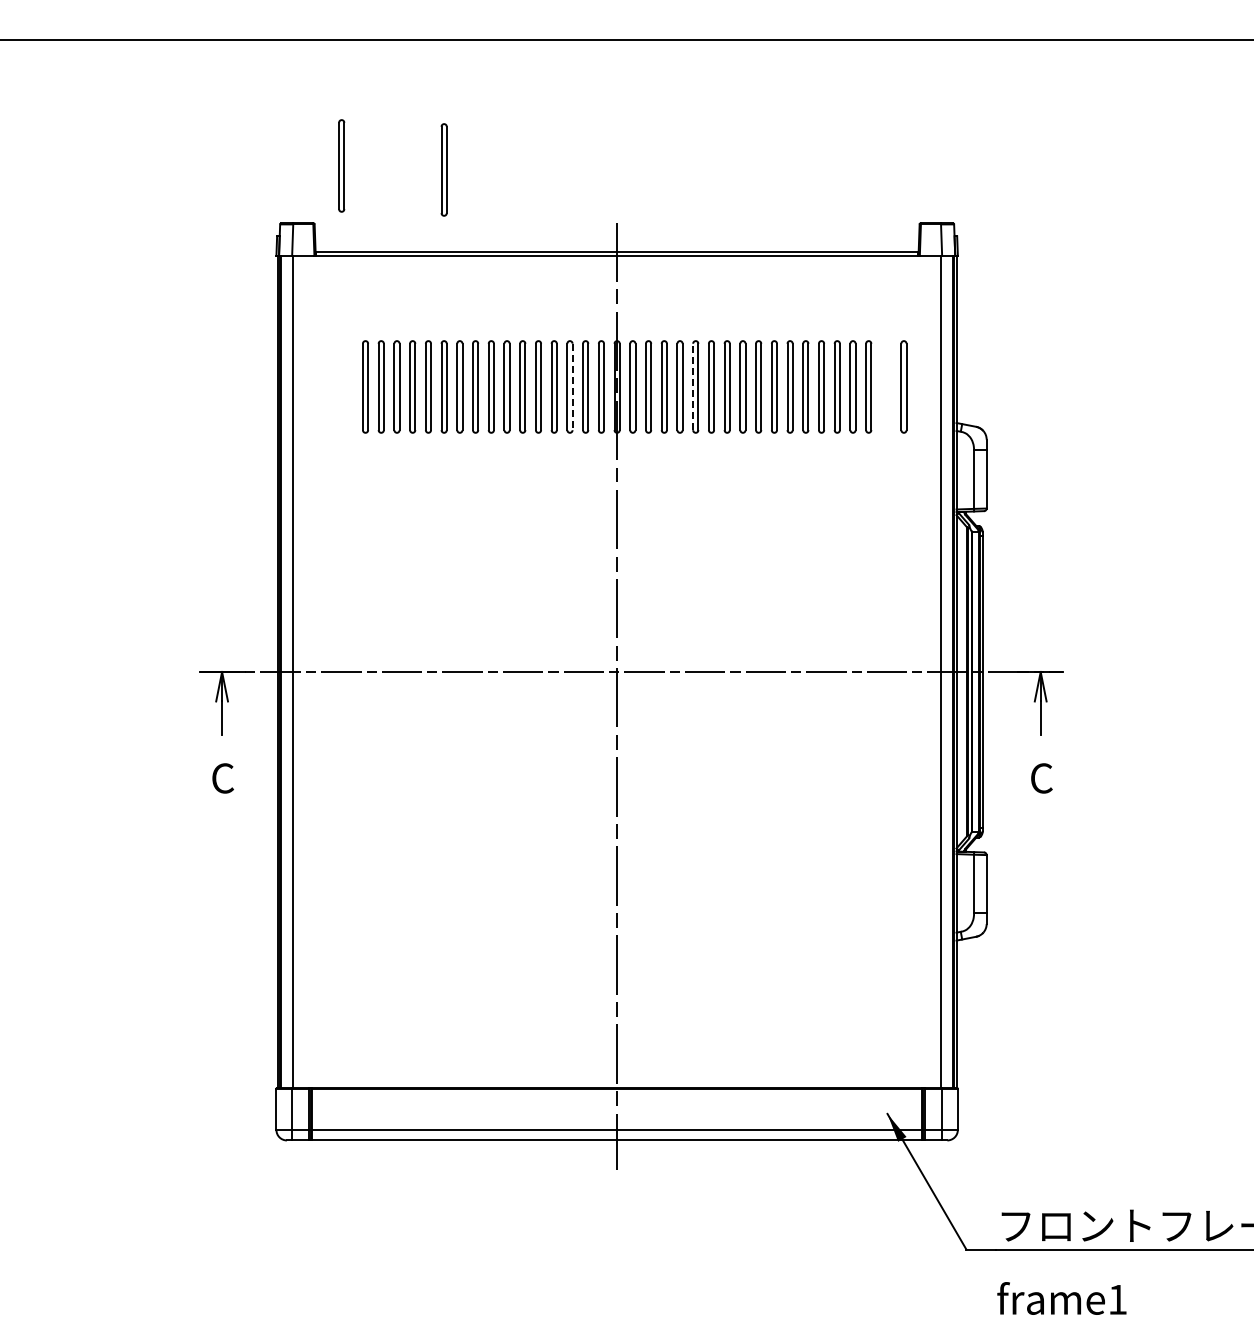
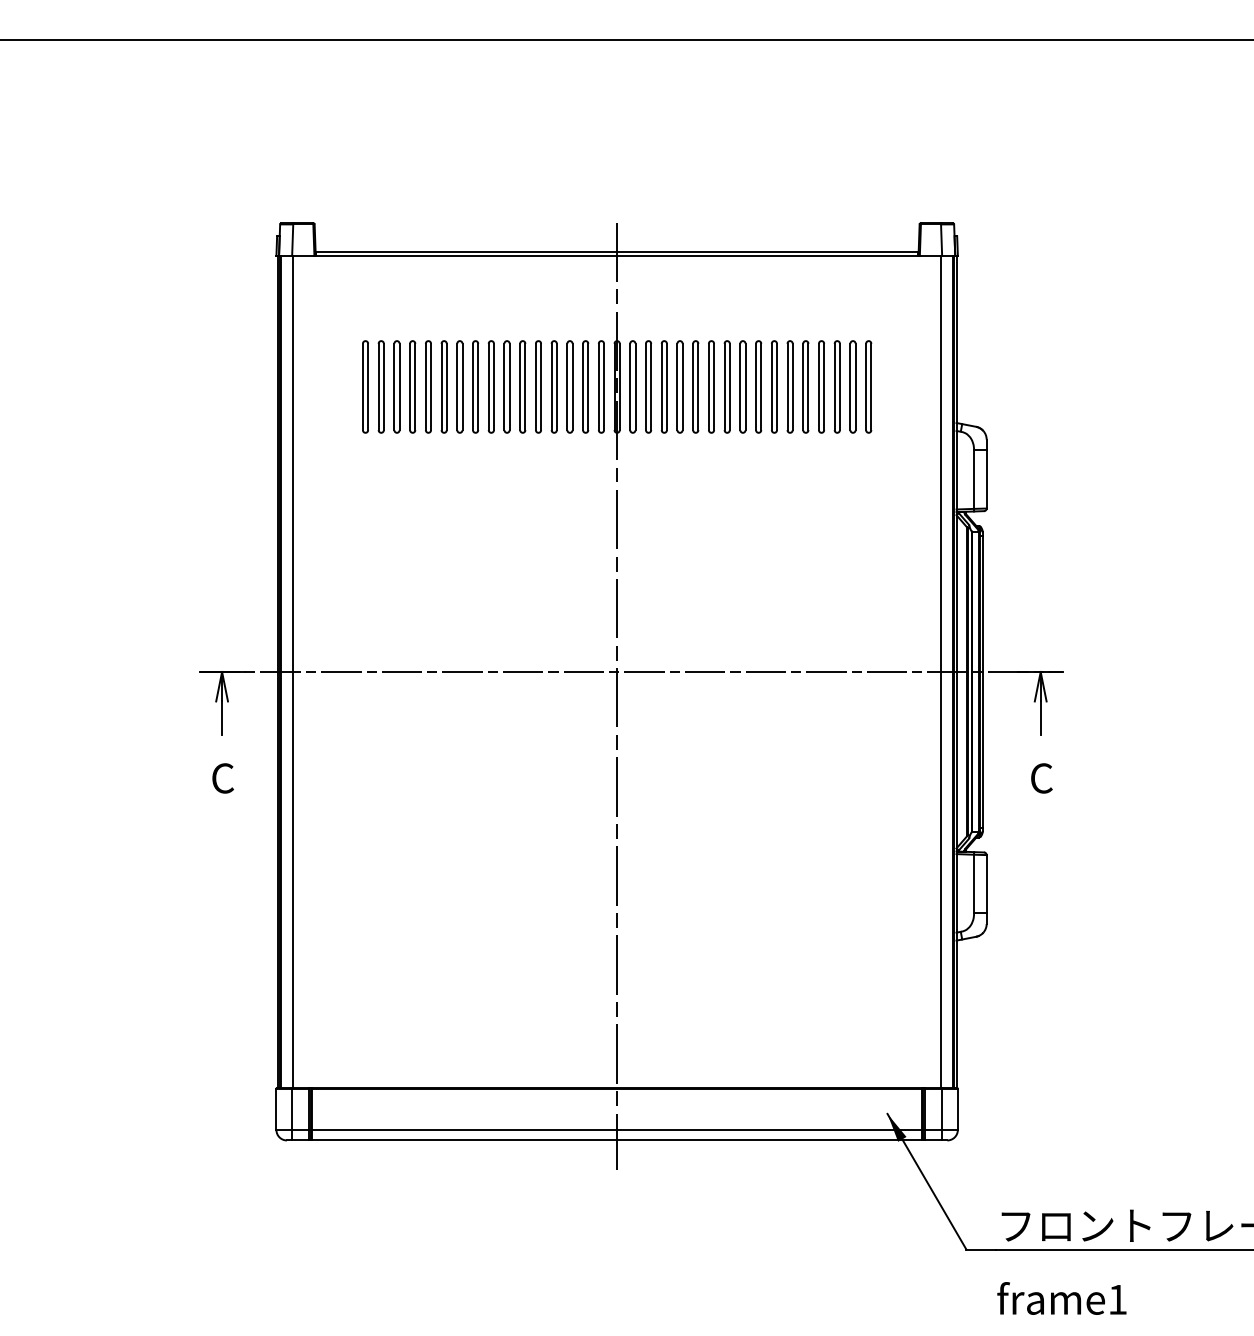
part at (341, 165): present -> none
part at (443, 169): present -> none
line at (693, 386): dashed -> solid
part at (903, 386): present -> none
line at (572, 387): dashed -> solid
